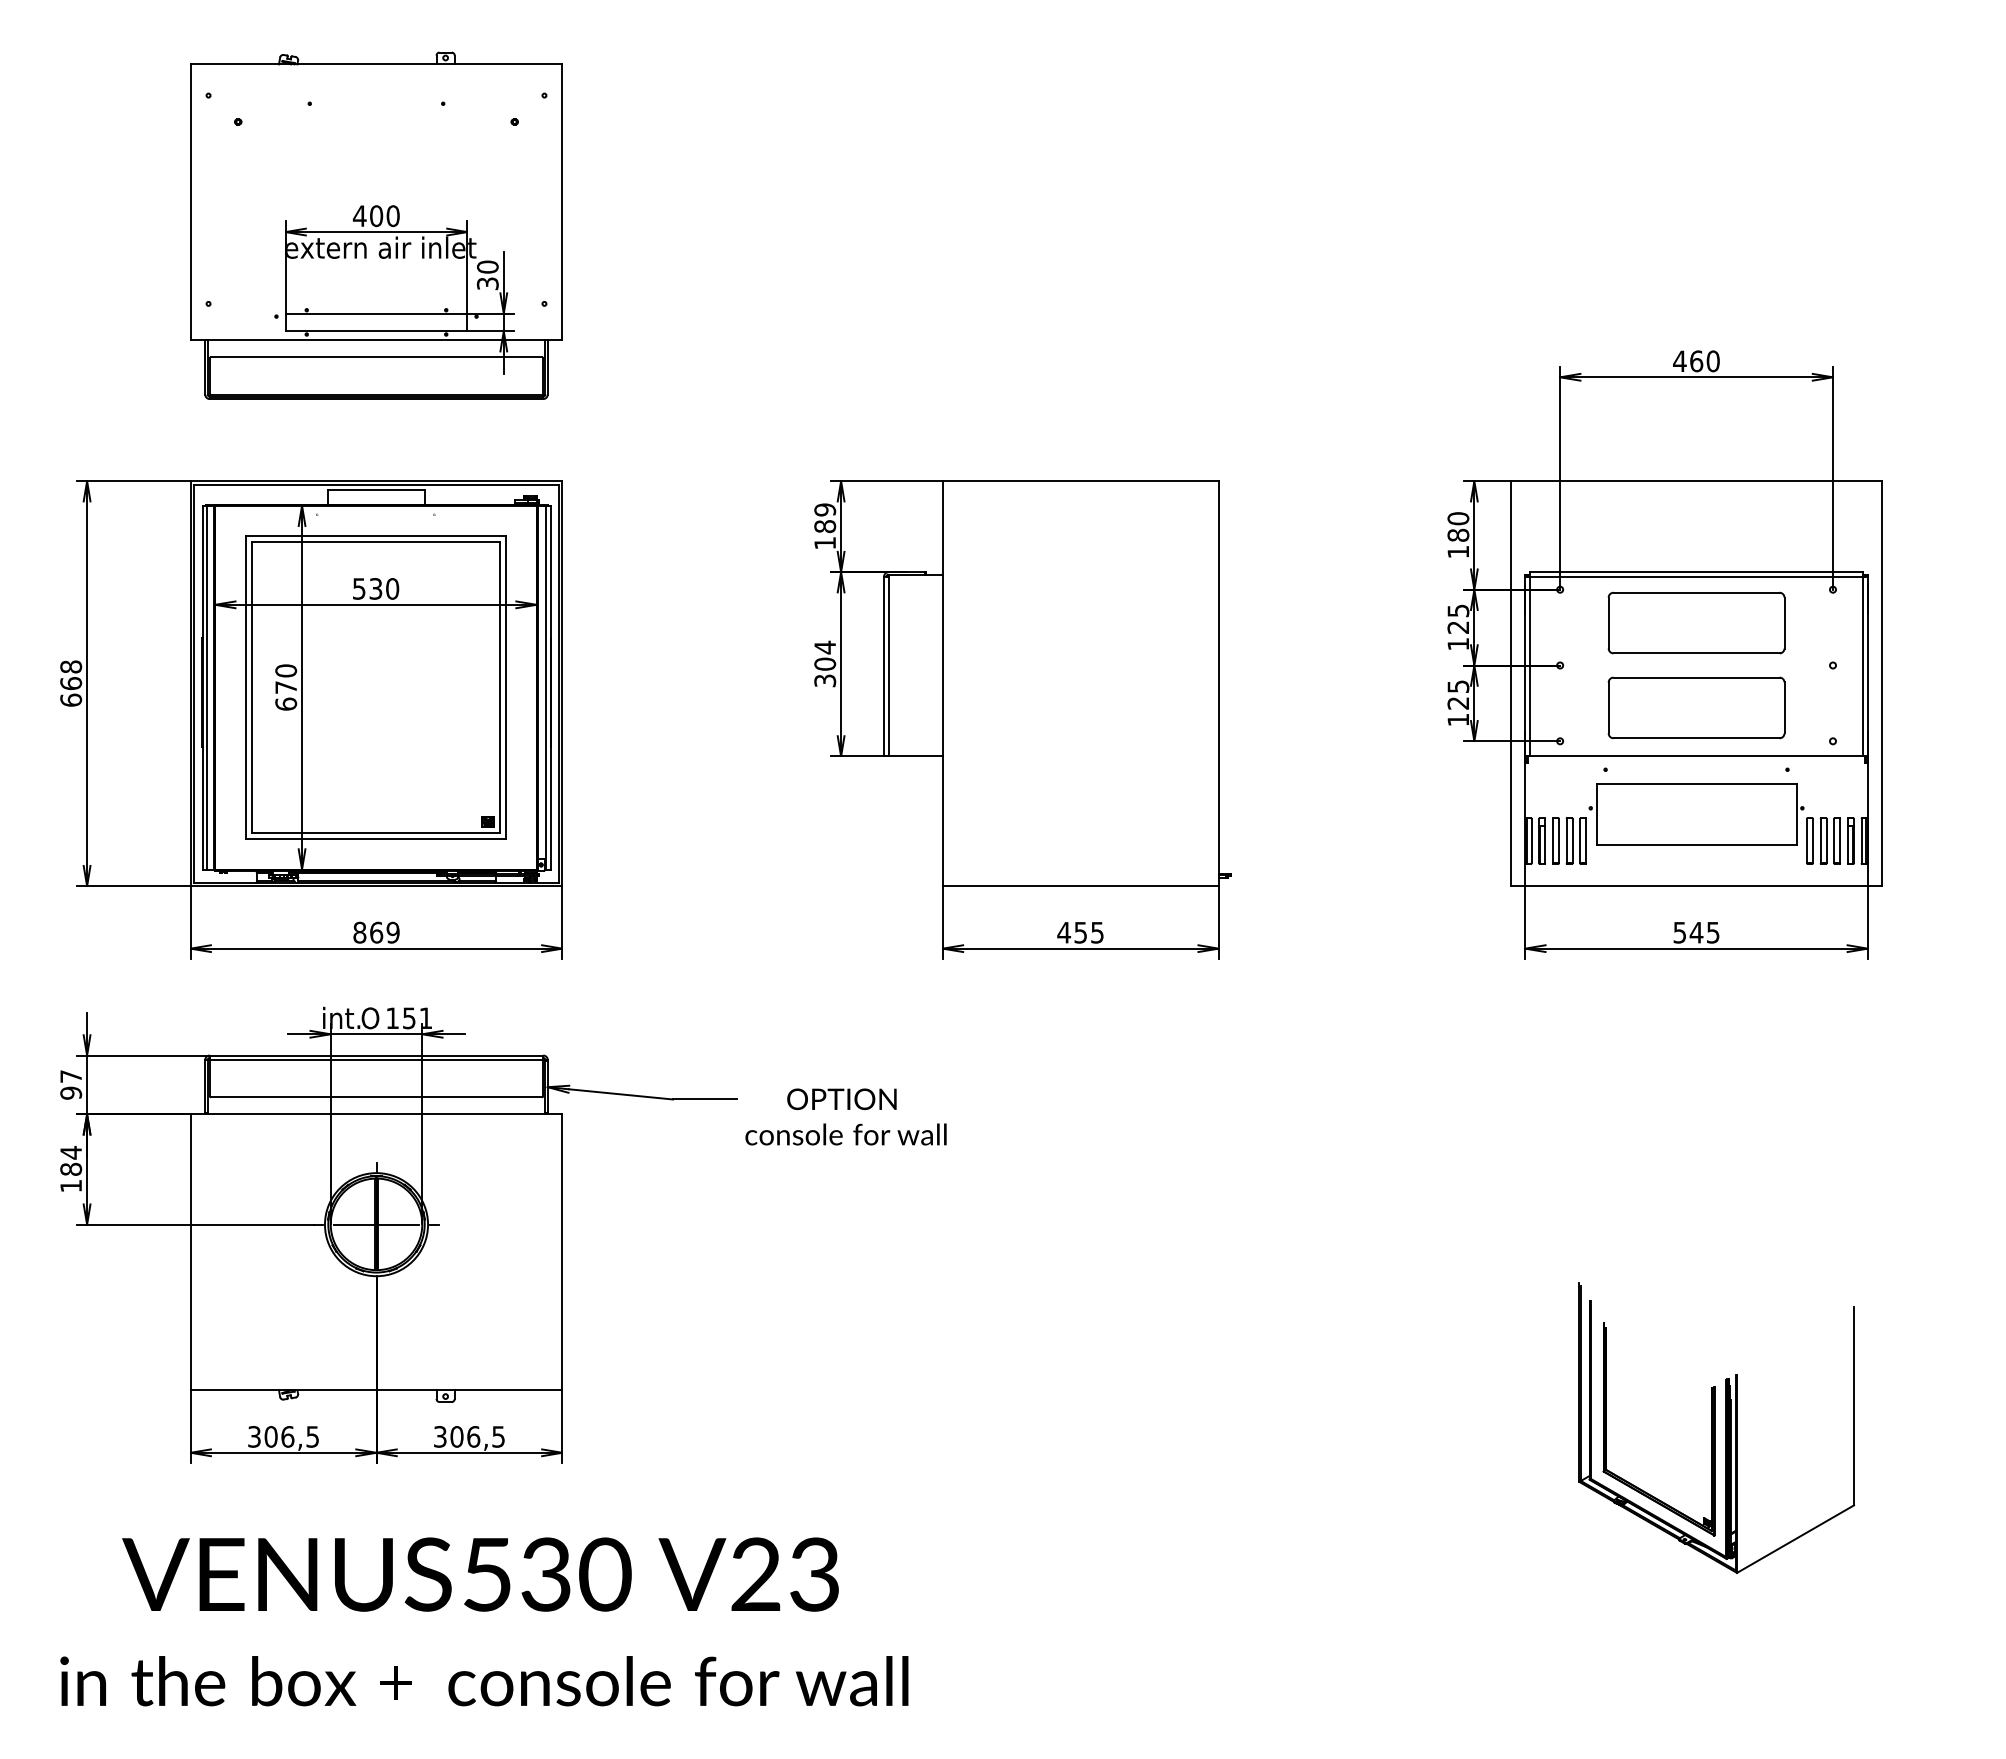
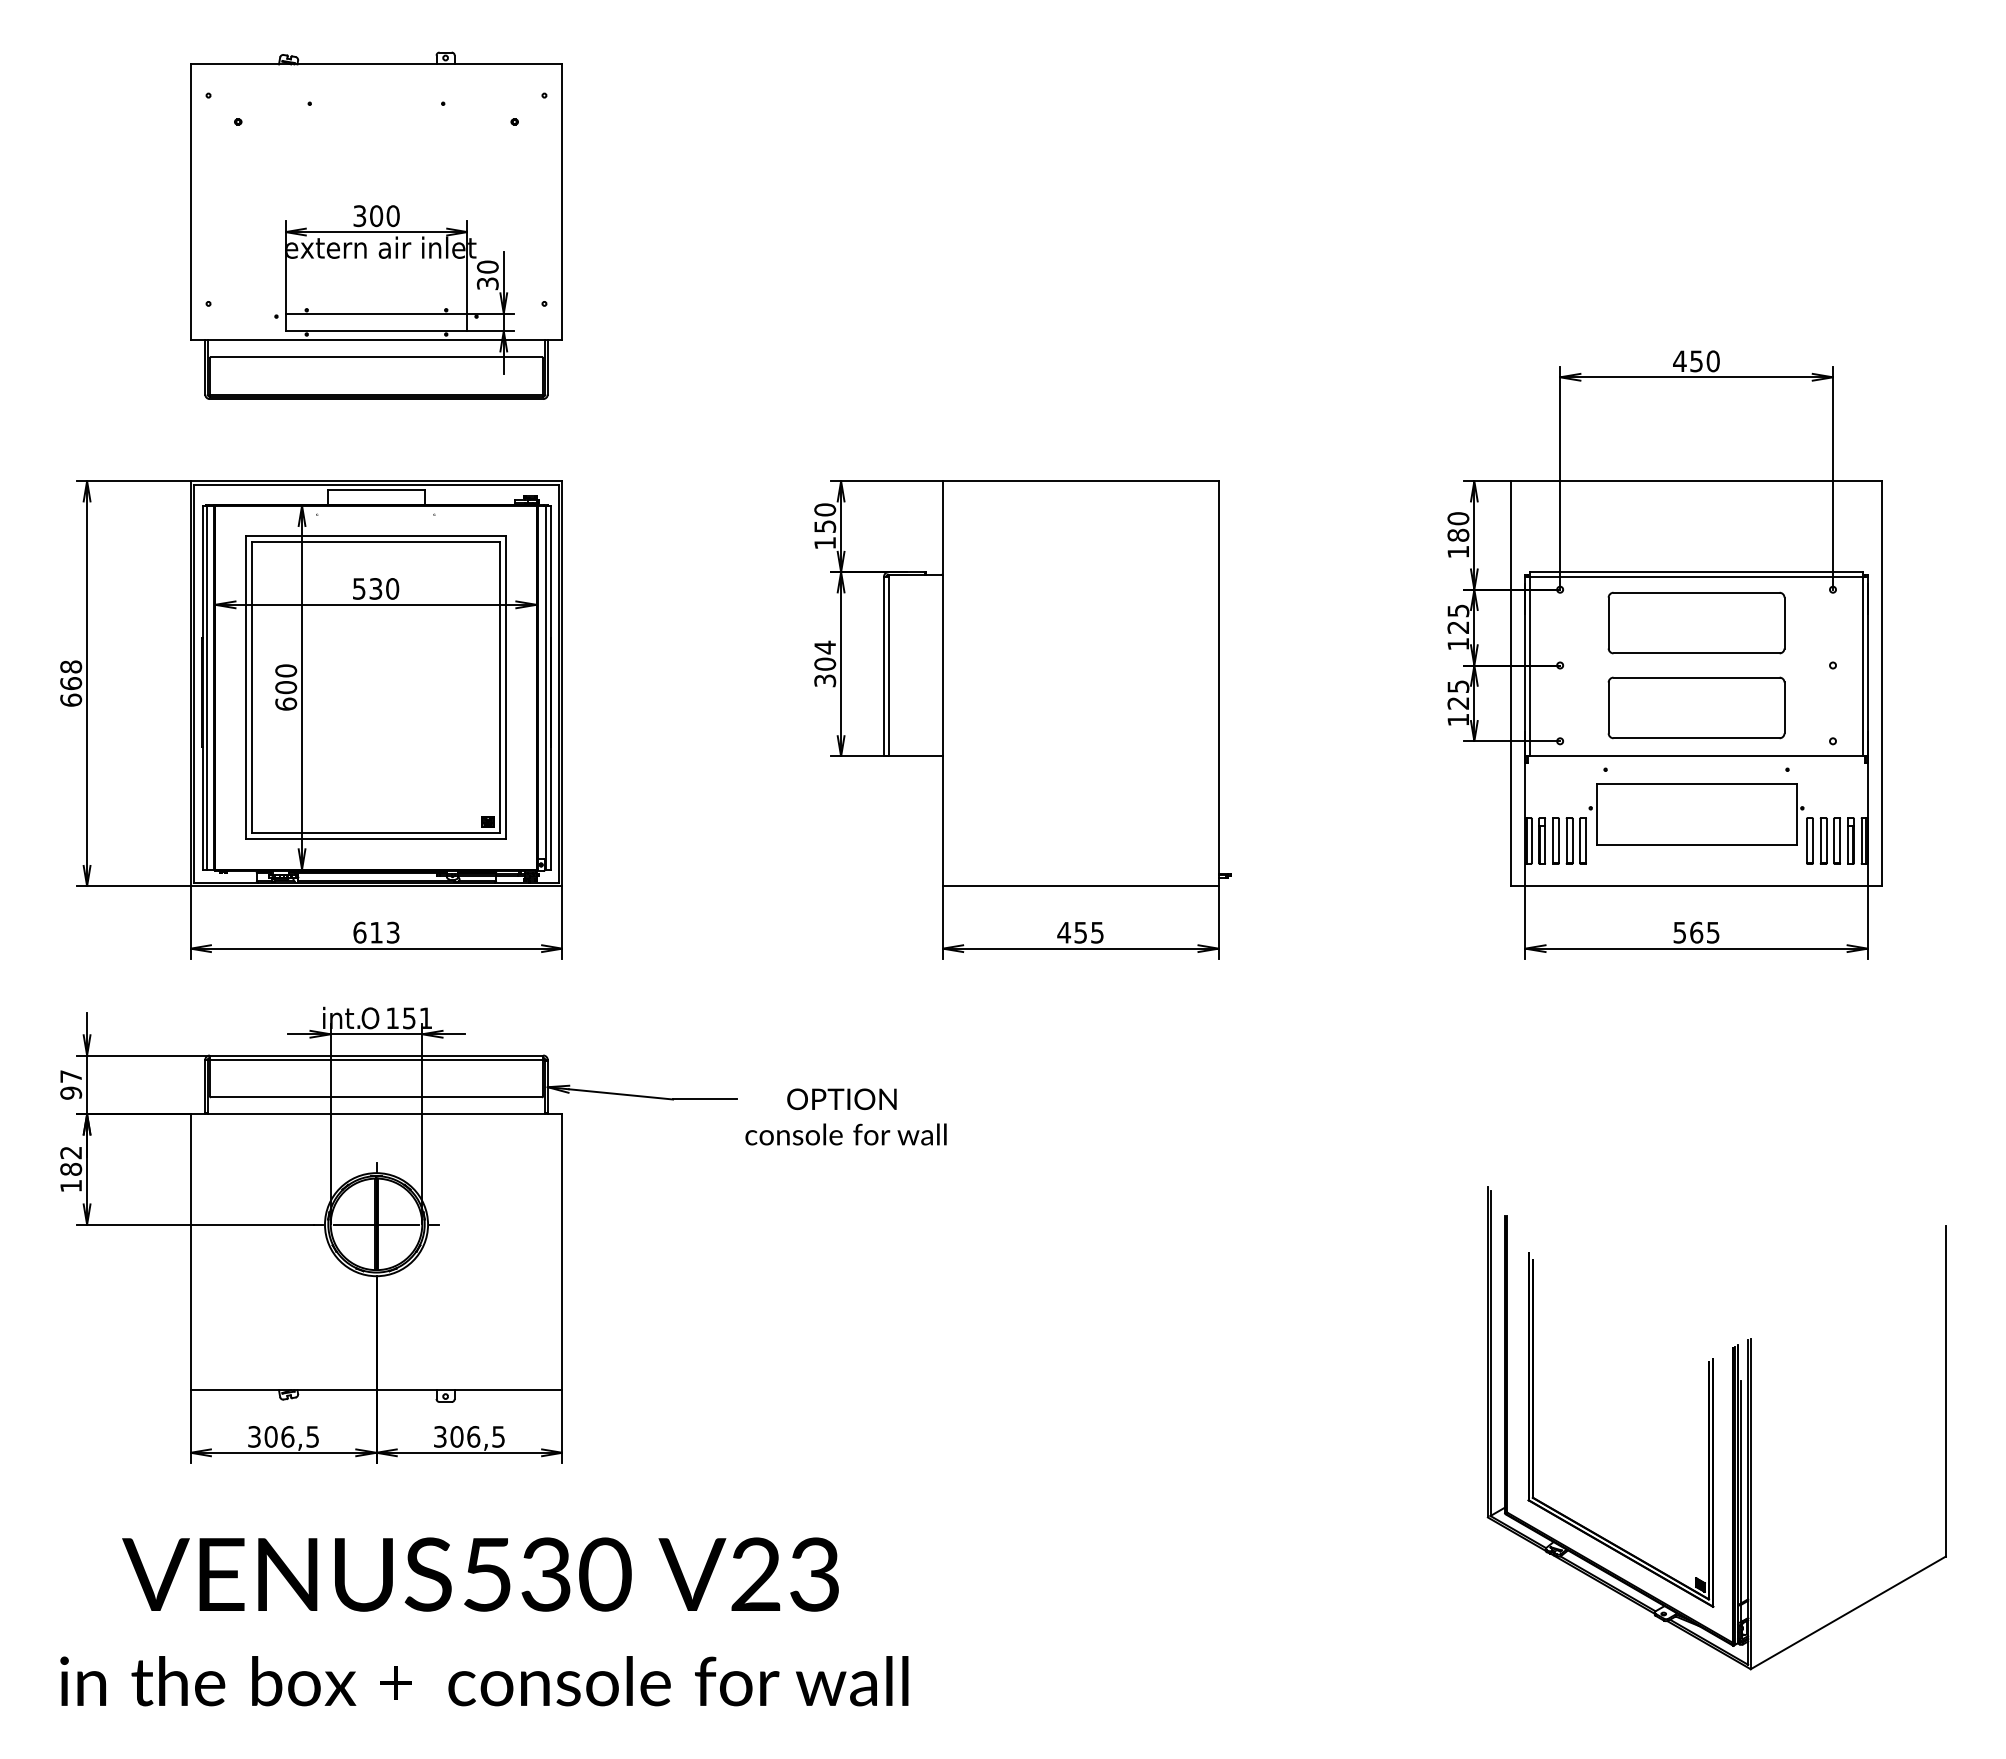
text at (359, 216): 400 -> 300
text at (1696, 361): 460 -> 450
text at (825, 518): 189 -> 150
text at (286, 687): 670 -> 600
text at (376, 932): 869 -> 613
text at (1696, 932): 545 -> 565
text at (70, 1152): 184 -> 182
part at (1716, 1427) size: 278x292 px -> 461x485 px
